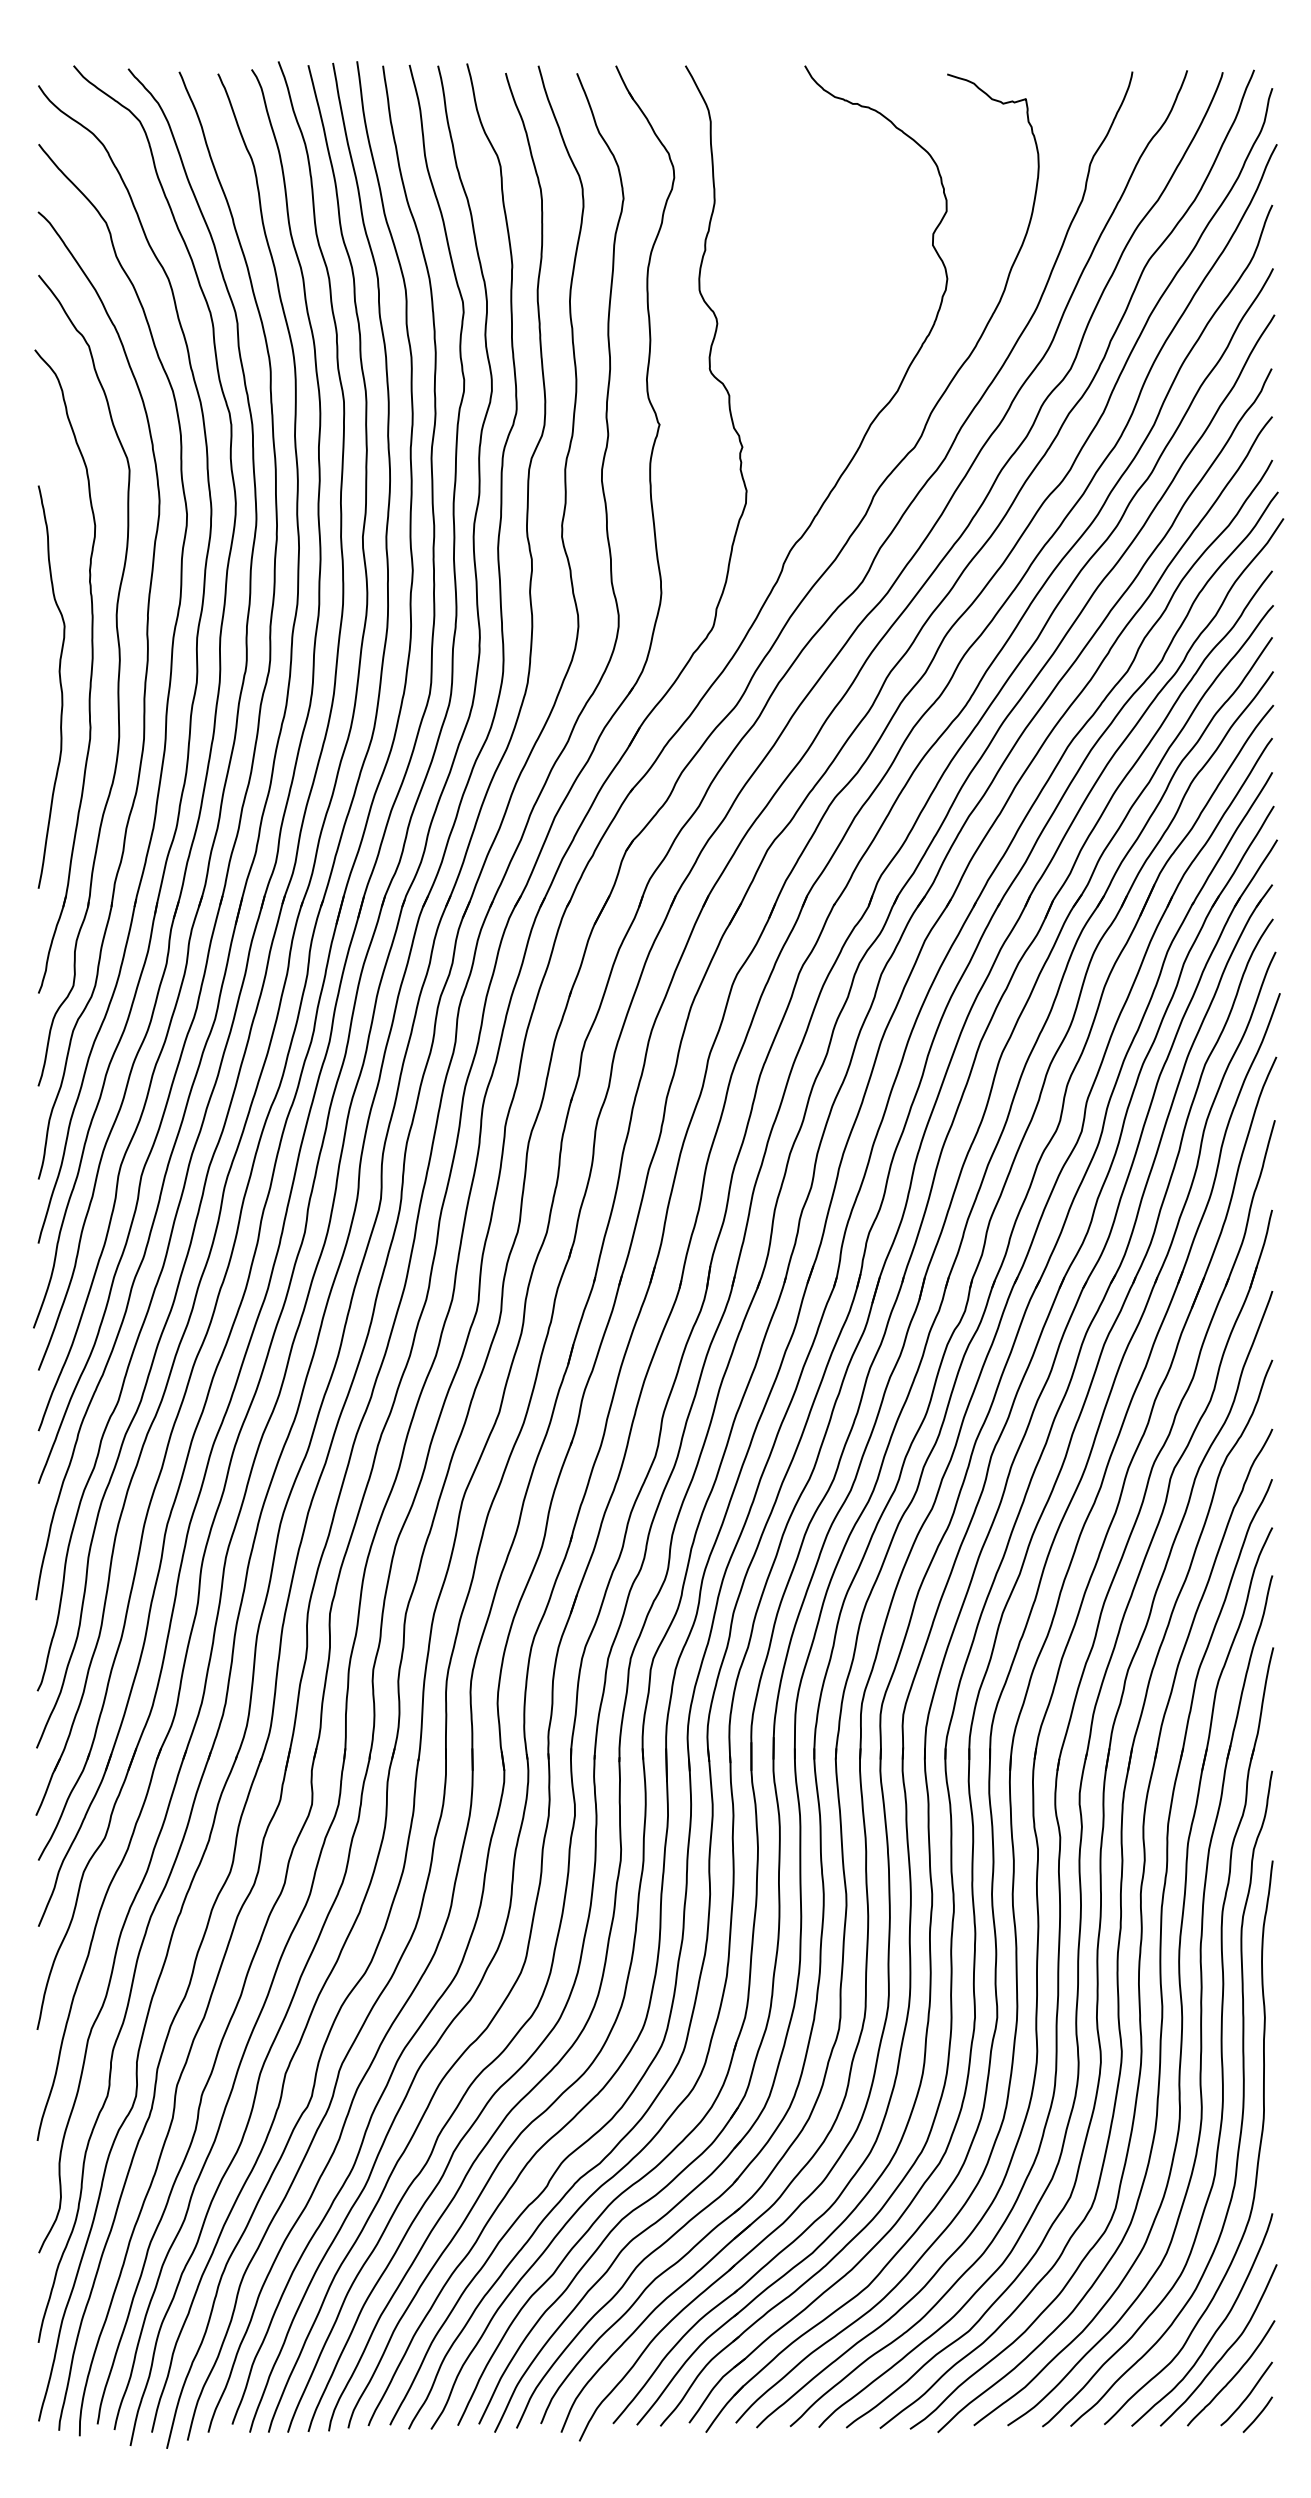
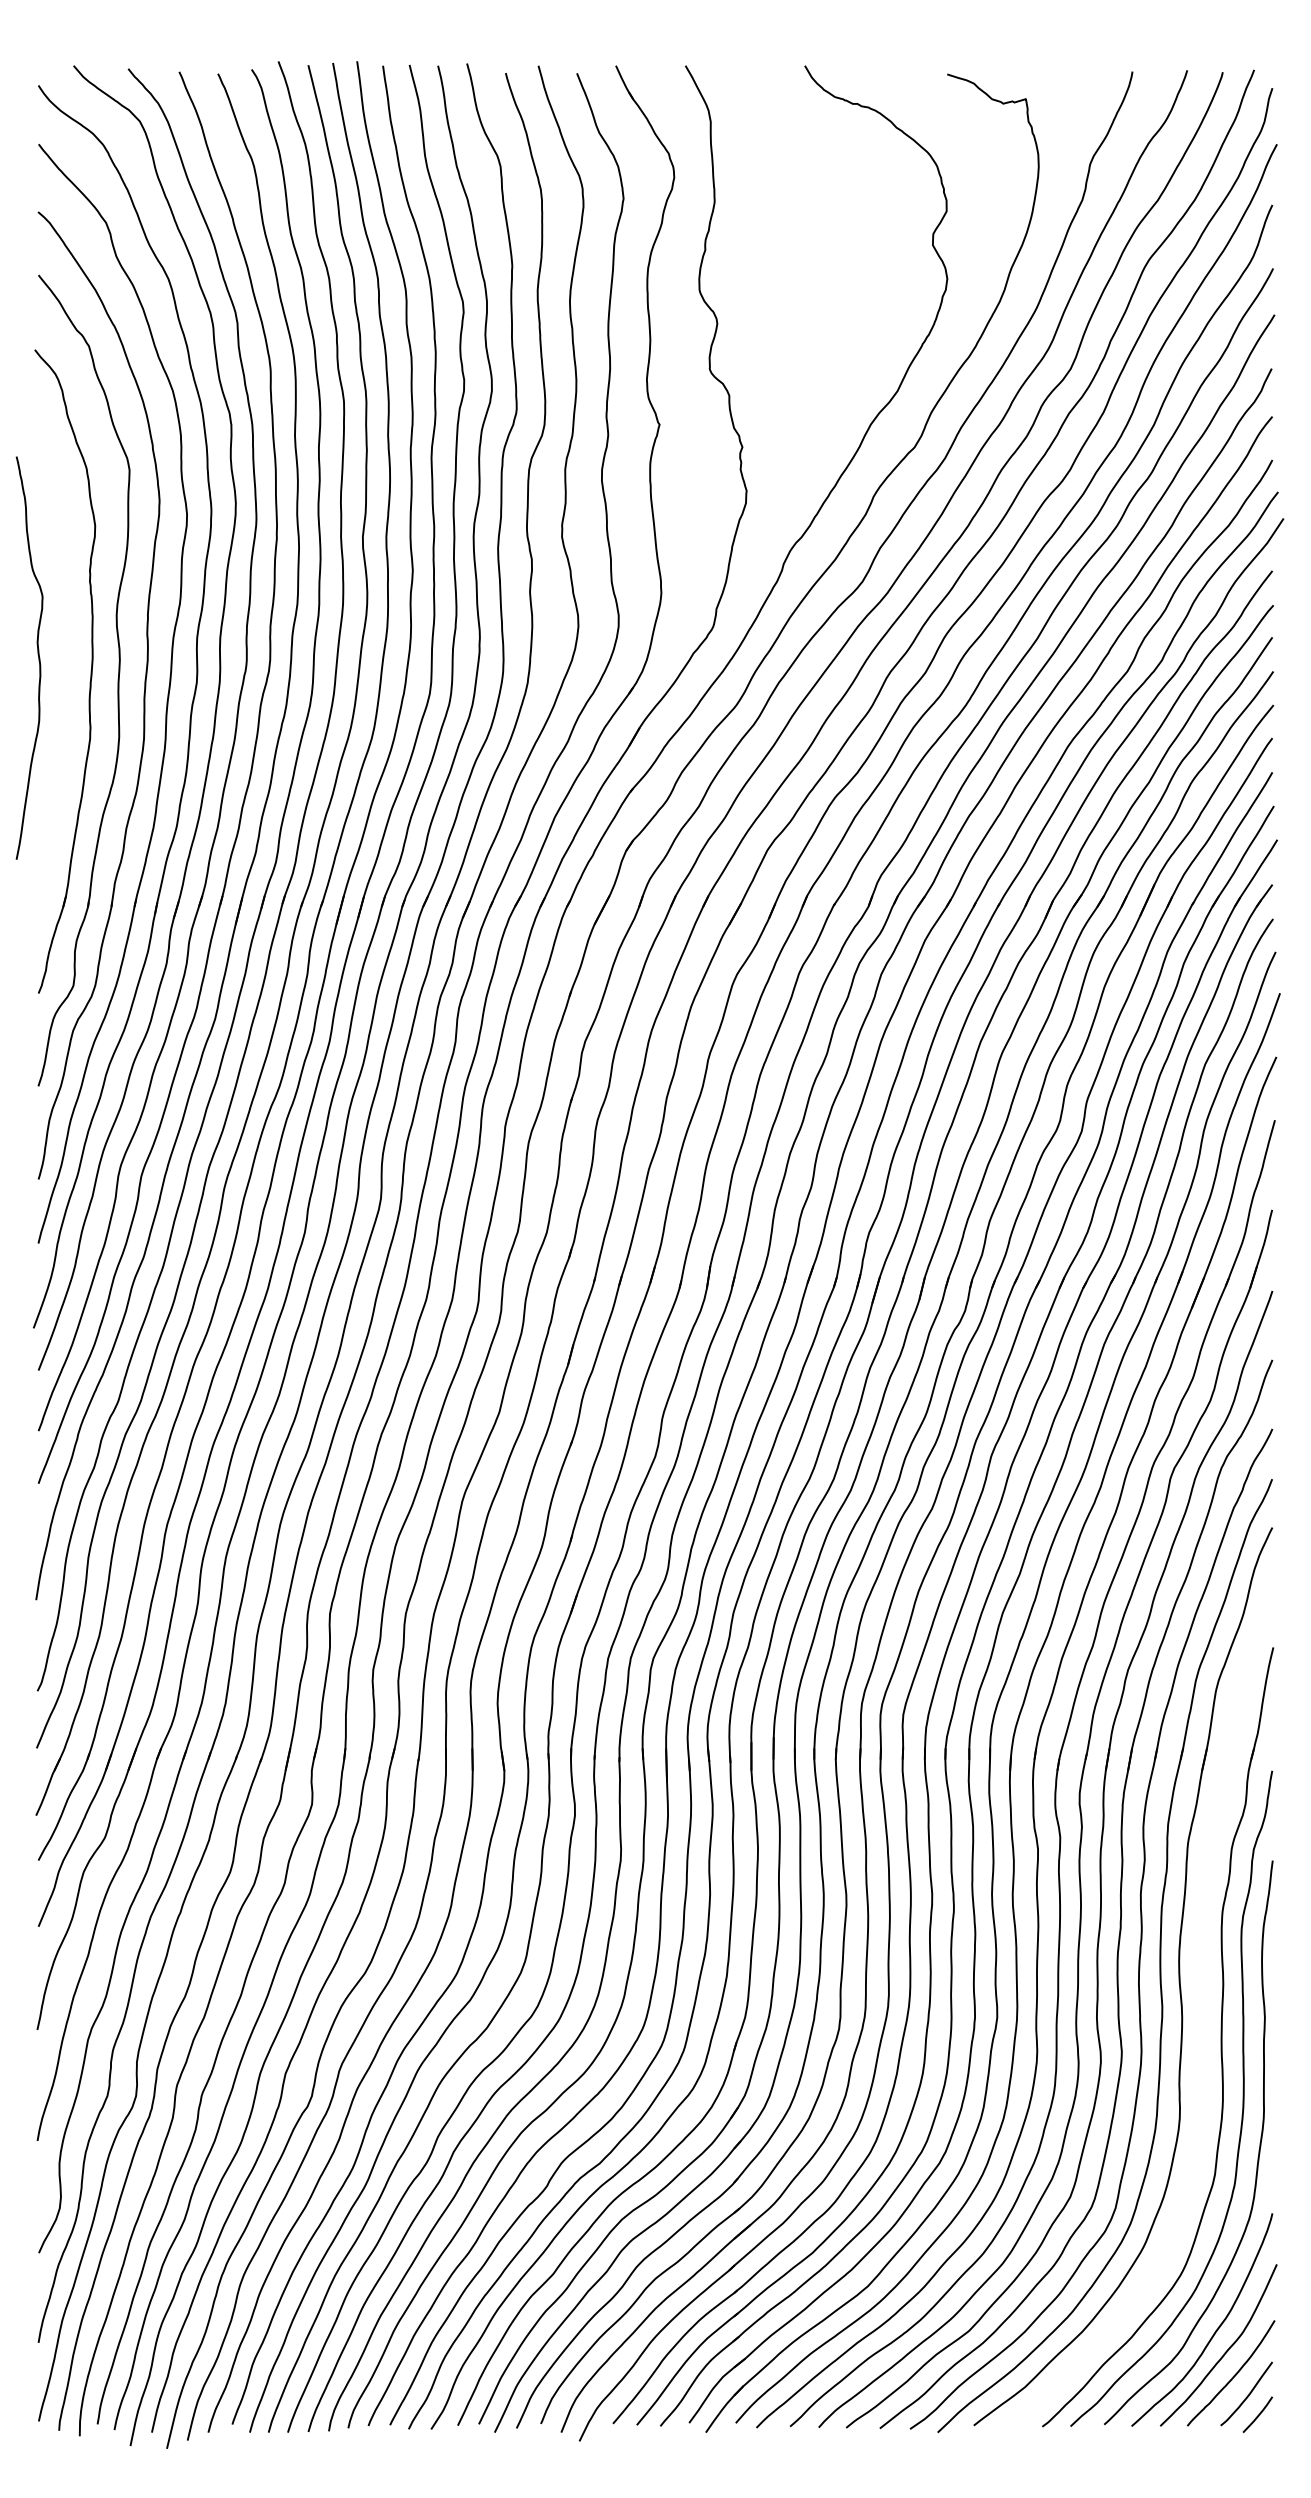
curve at (59, 683) position: (59, 683) -> (37, 654)
part at (1200, 2000): present -> none
